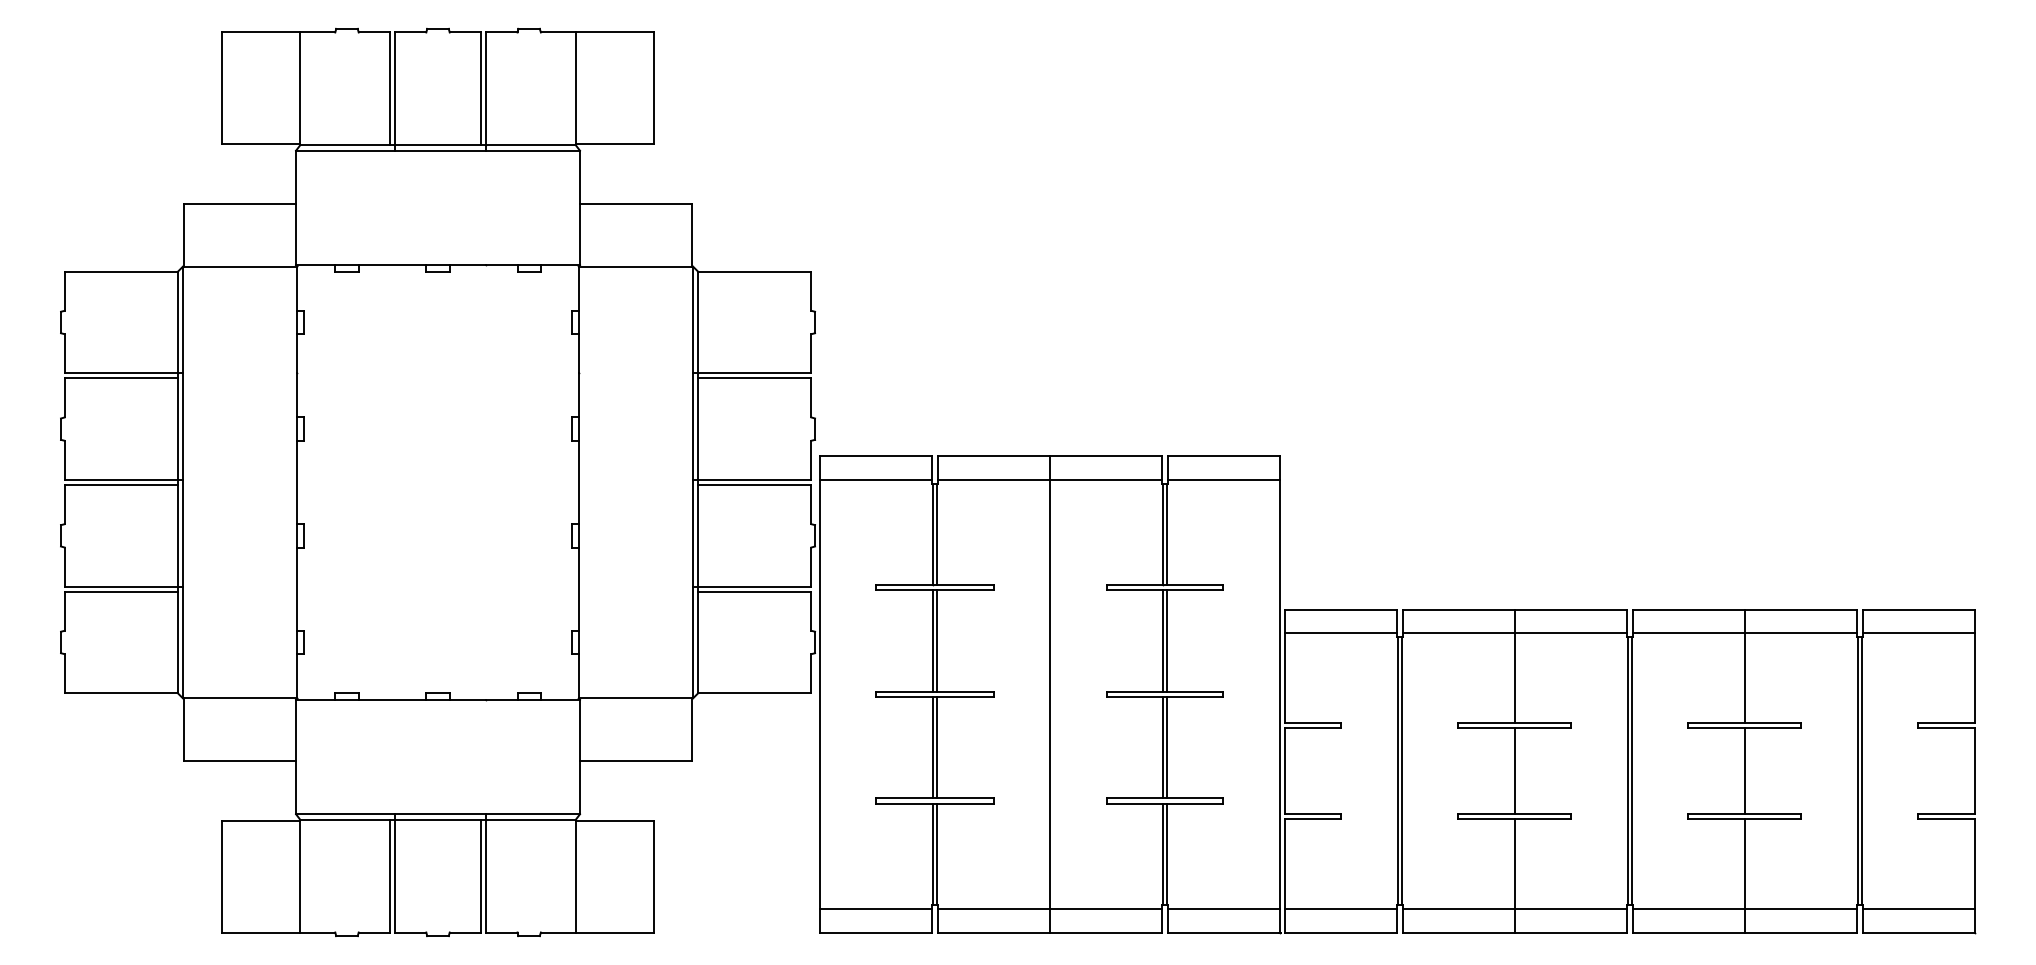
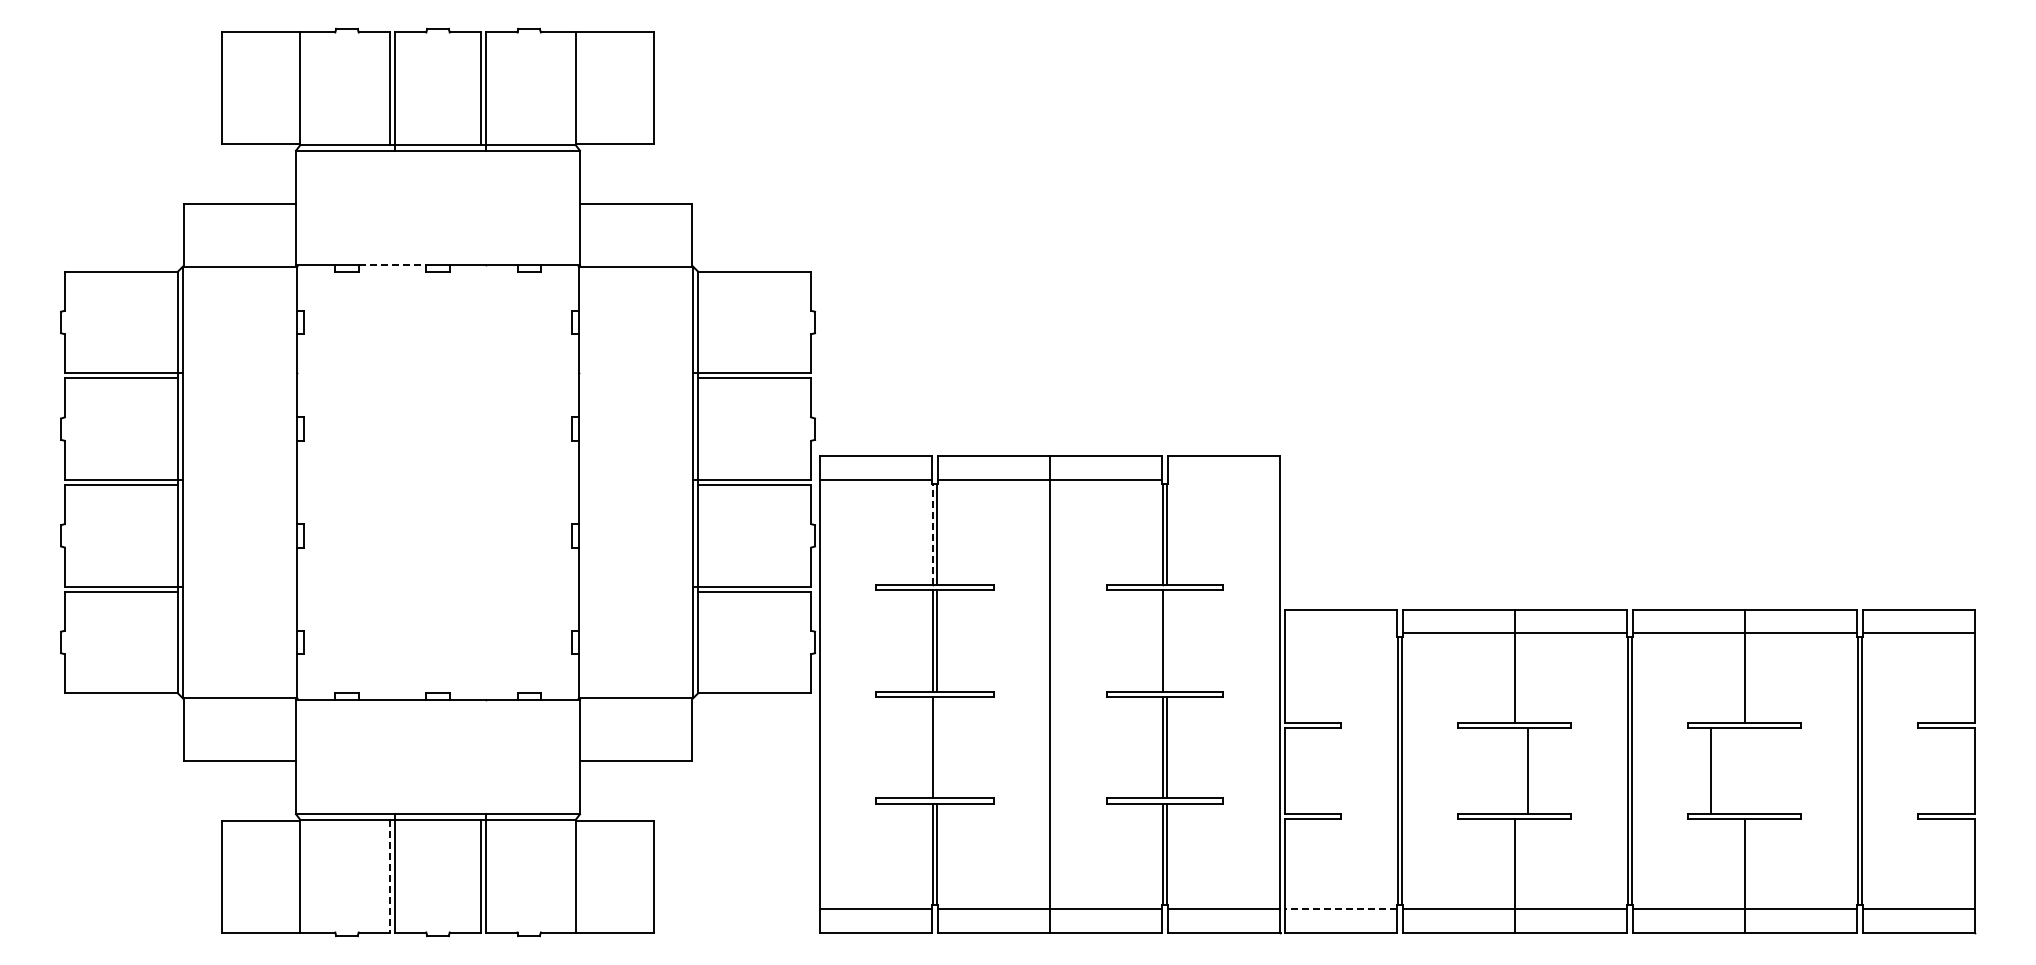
line at (392, 265): solid -> dashed
line at (1223, 479): present -> none
line at (932, 534): solid -> dashed
line at (1340, 633): present -> none
line at (1166, 640): present -> none
line at (936, 747): present -> none
line at (1514, 771) position: (1514, 771) -> (1527, 771)
line at (1744, 771) position: (1744, 771) -> (1710, 771)
line at (389, 876): solid -> dashed
line at (1340, 909): solid -> dashed
